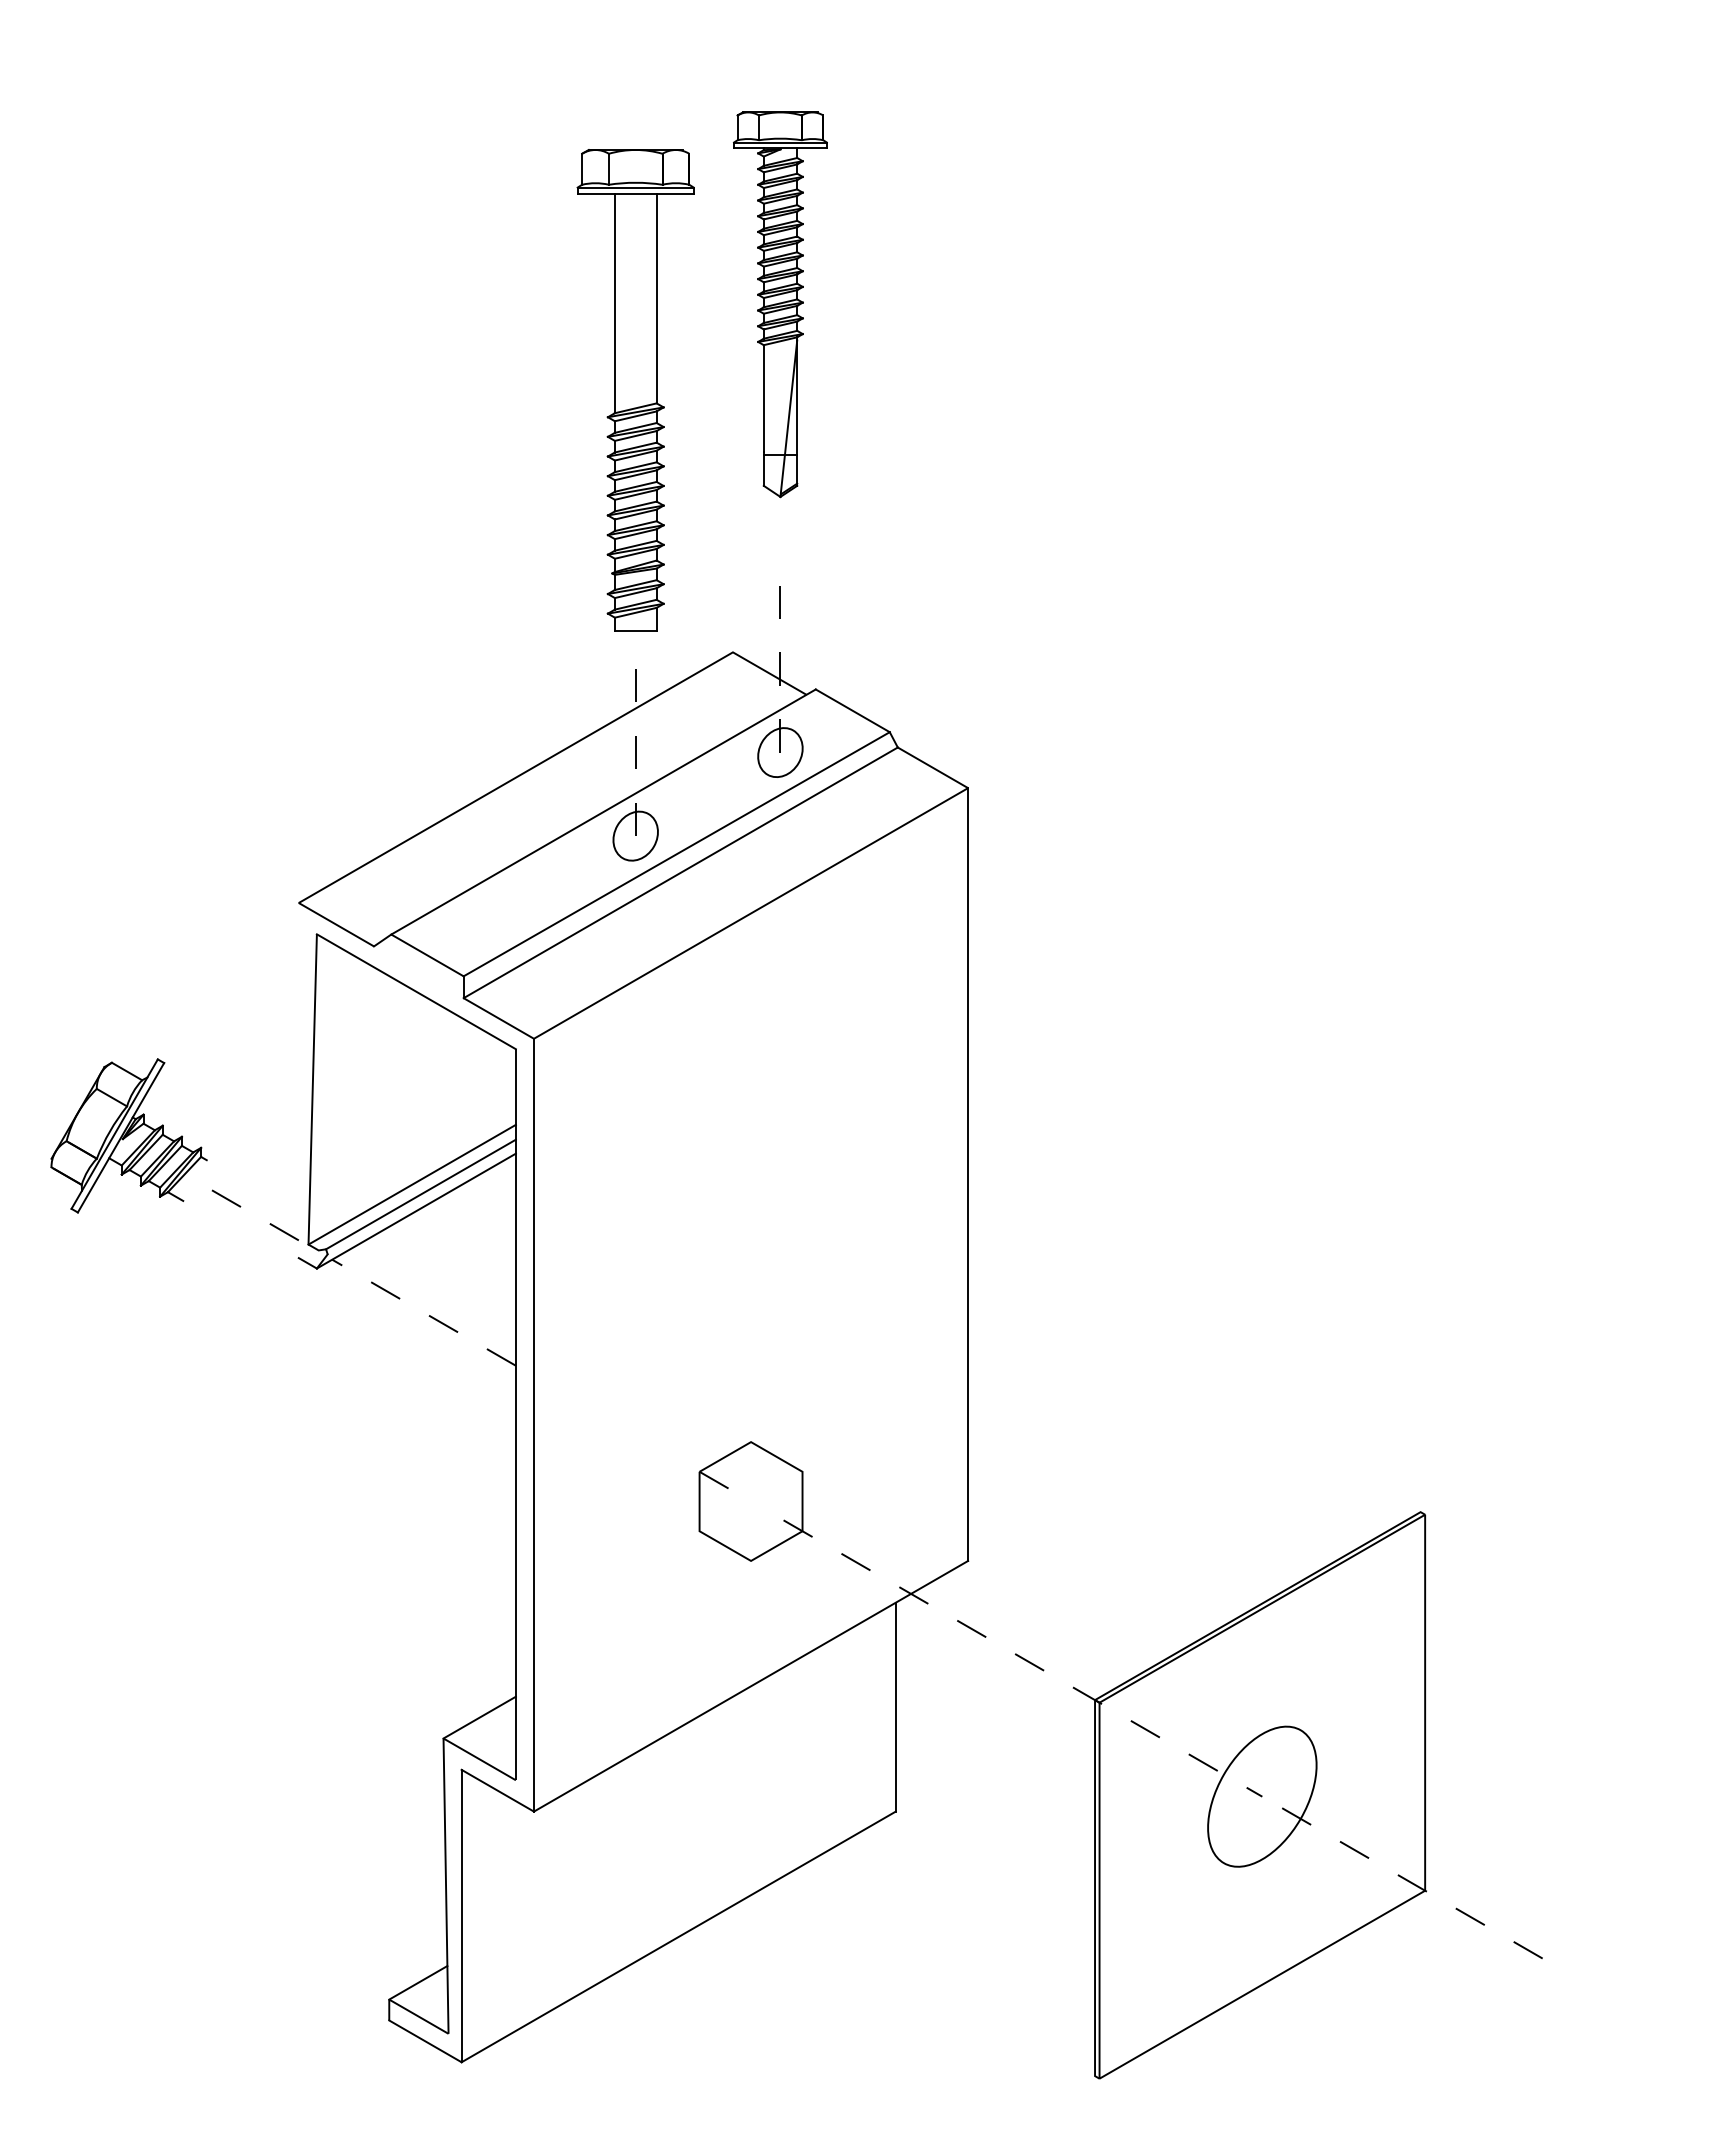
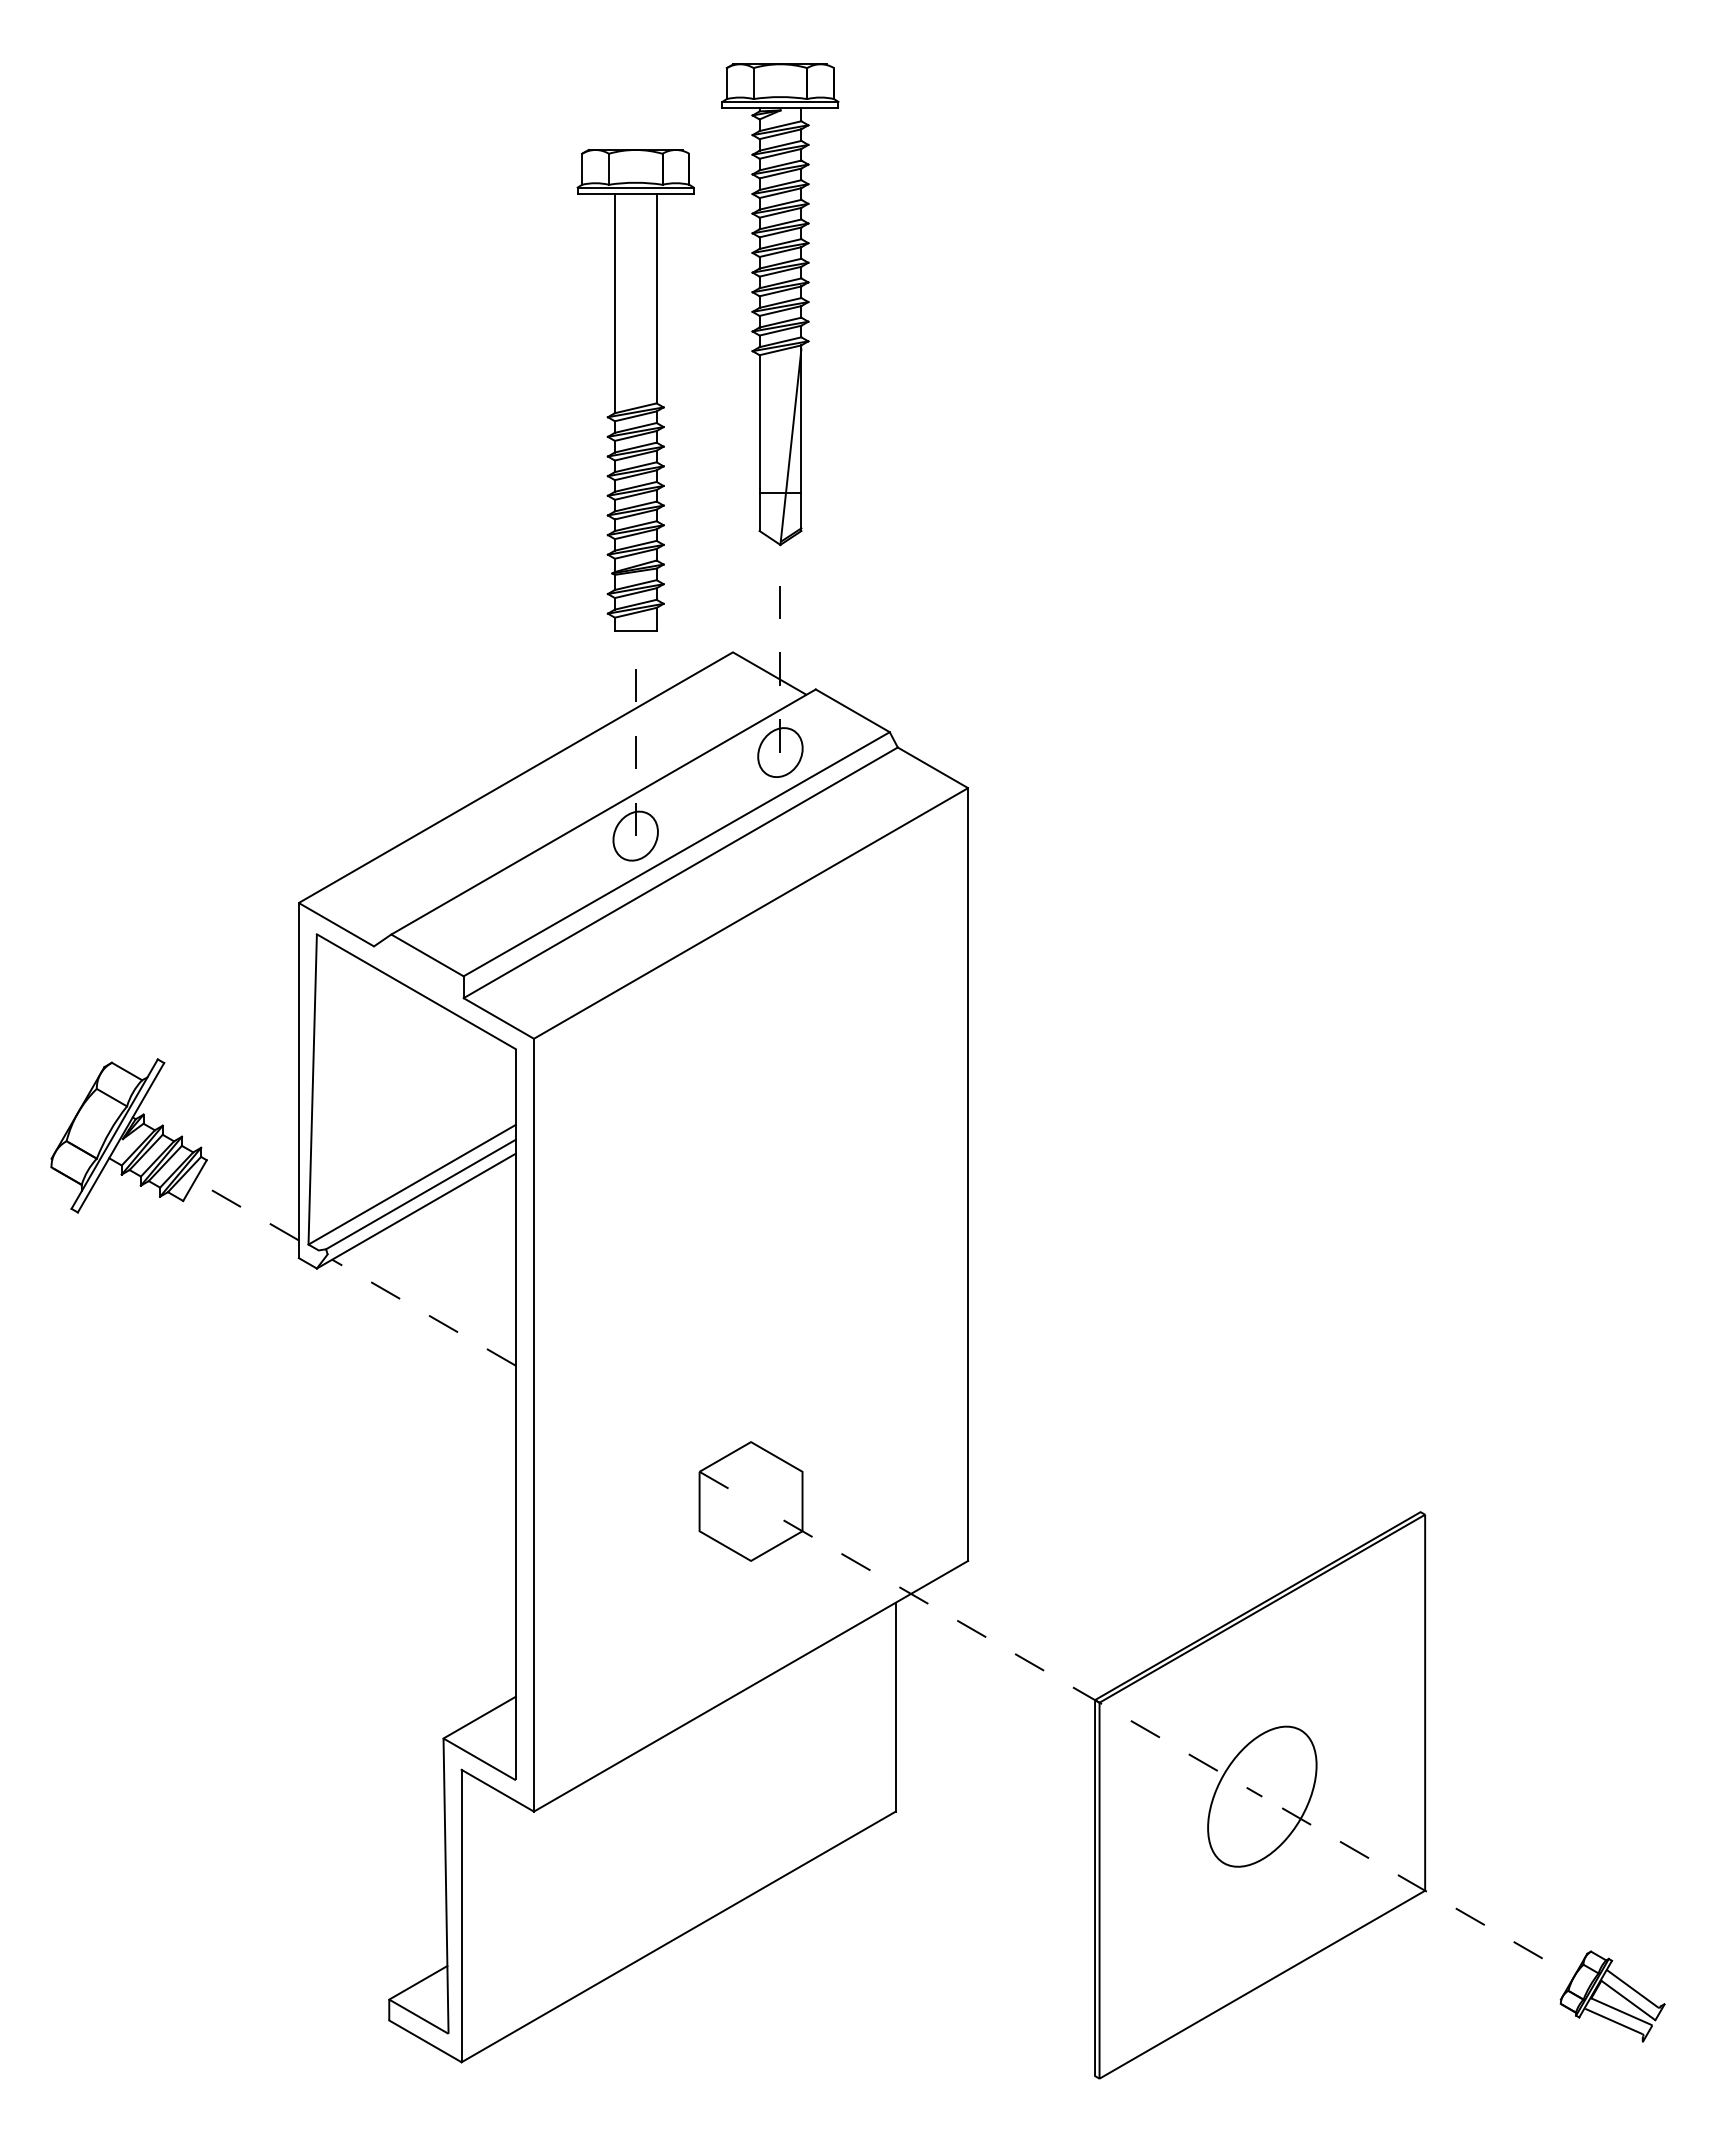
part at (780, 304) size: 95x388 px -> 119x484 px
line at (298, 1080): none -> present
line at (194, 1180): none -> present
part at (1612, 1996): none -> present
